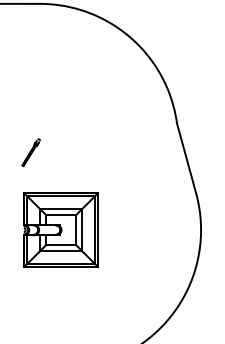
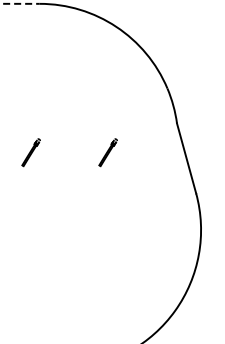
line at (20, 3): solid -> dashed
part at (107, 152): none -> present
part at (61, 230): present -> none
